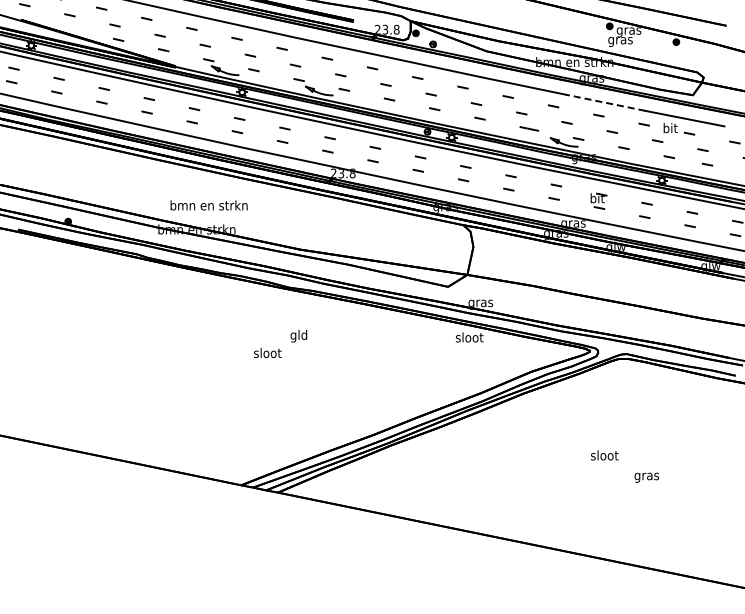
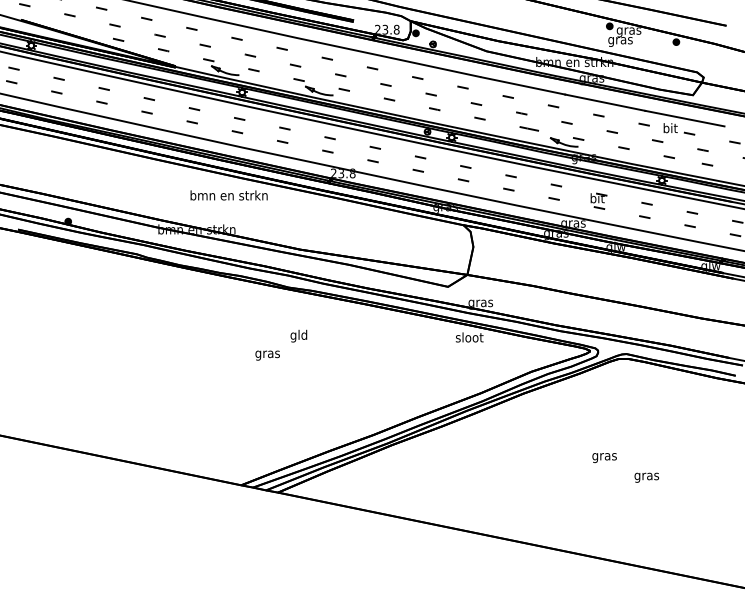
line at (605, 102): dashed -> solid
text at (208, 205) position: (208, 205) -> (228, 195)
text at (267, 354): sloot -> gras
text at (604, 456): sloot -> gras
